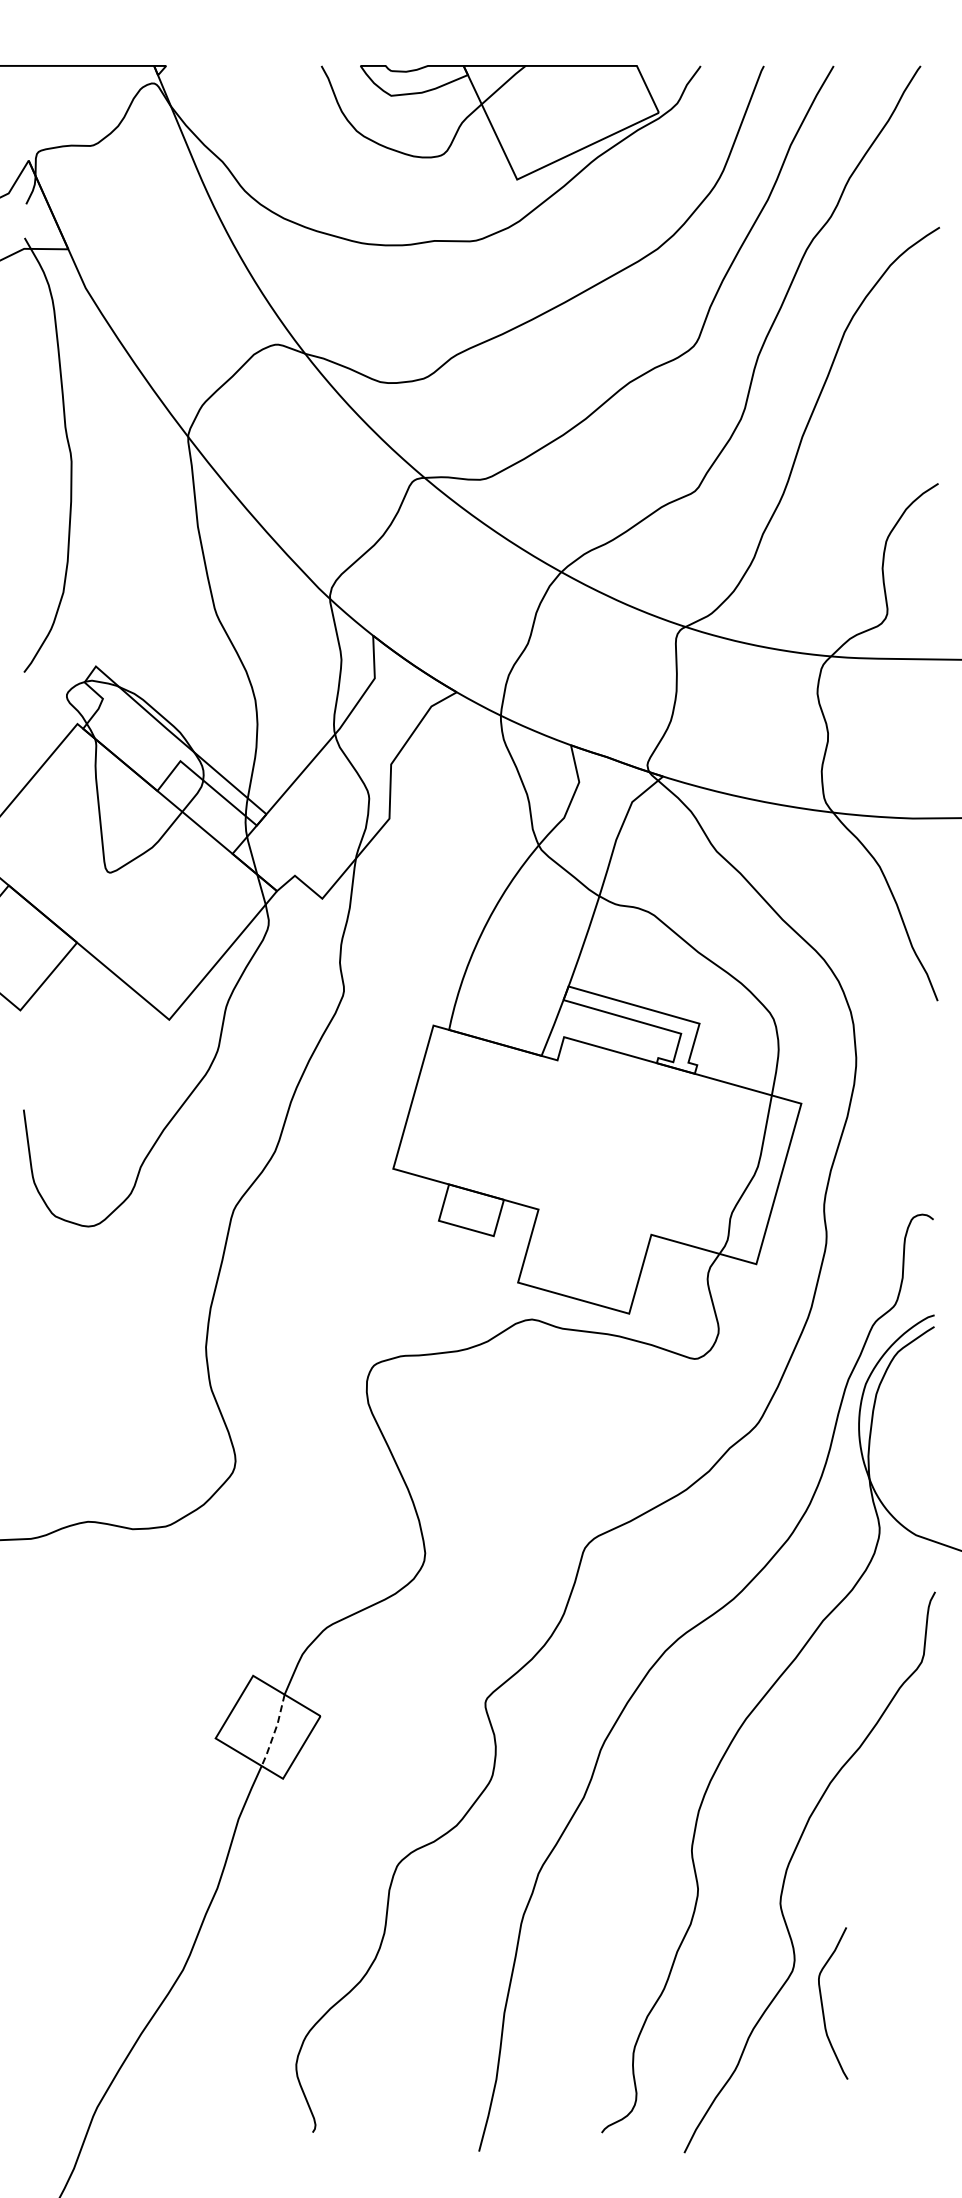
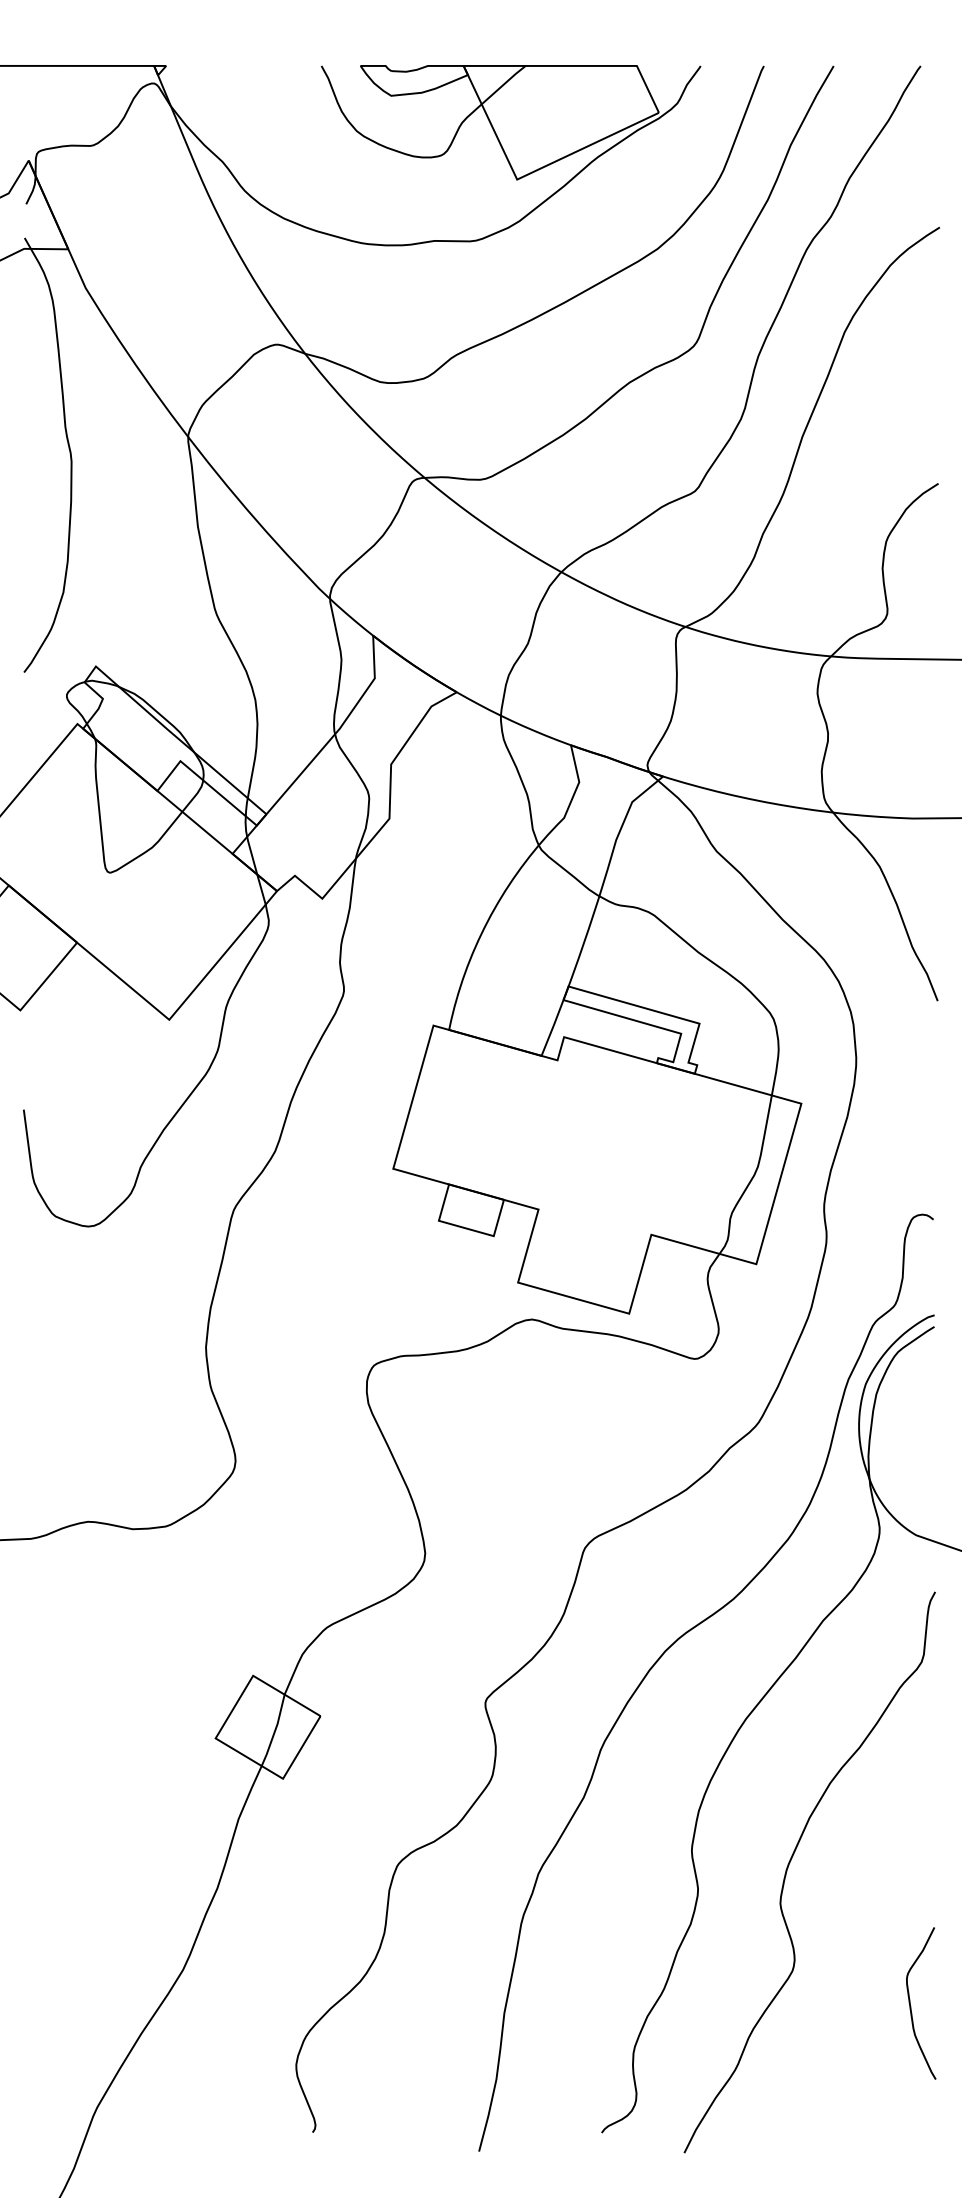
line at (274, 1731): dashed -> solid
curve at (823, 2006) position: (823, 2006) -> (911, 2006)
